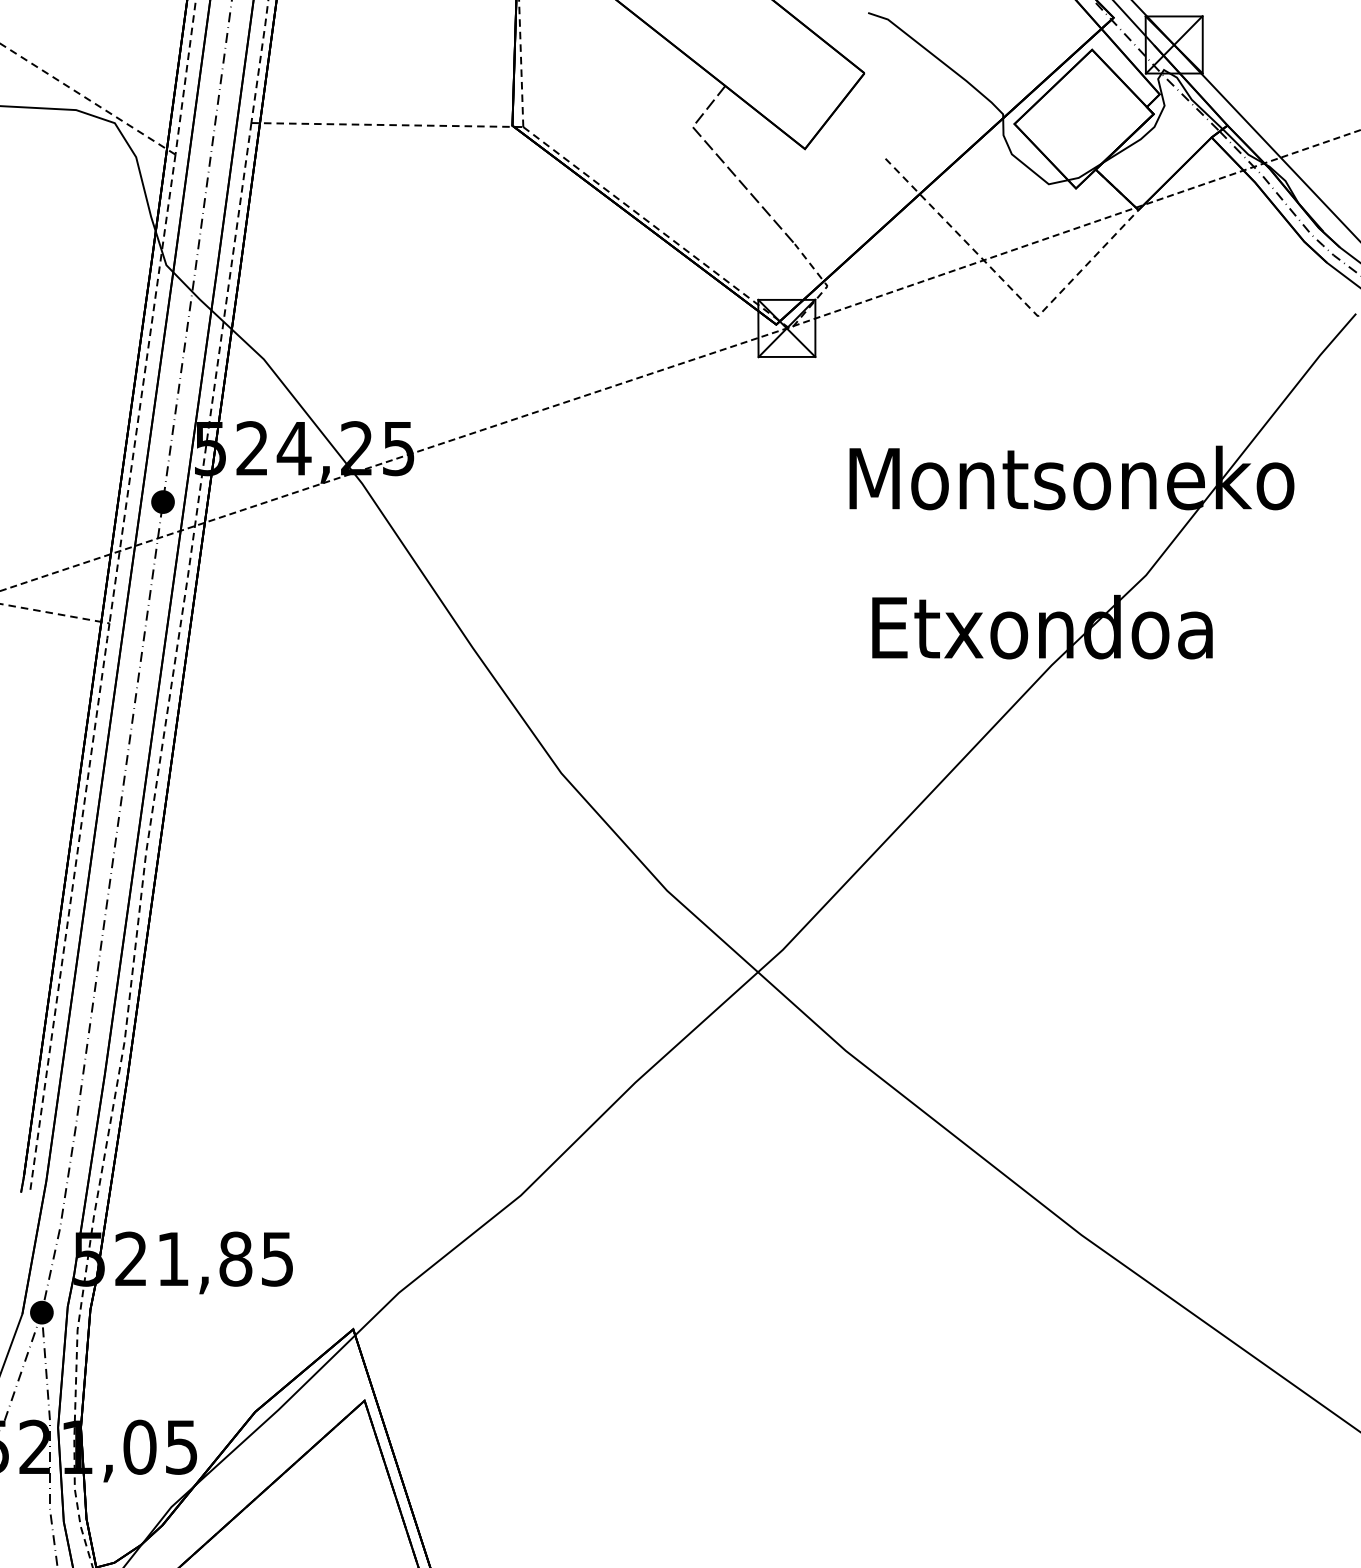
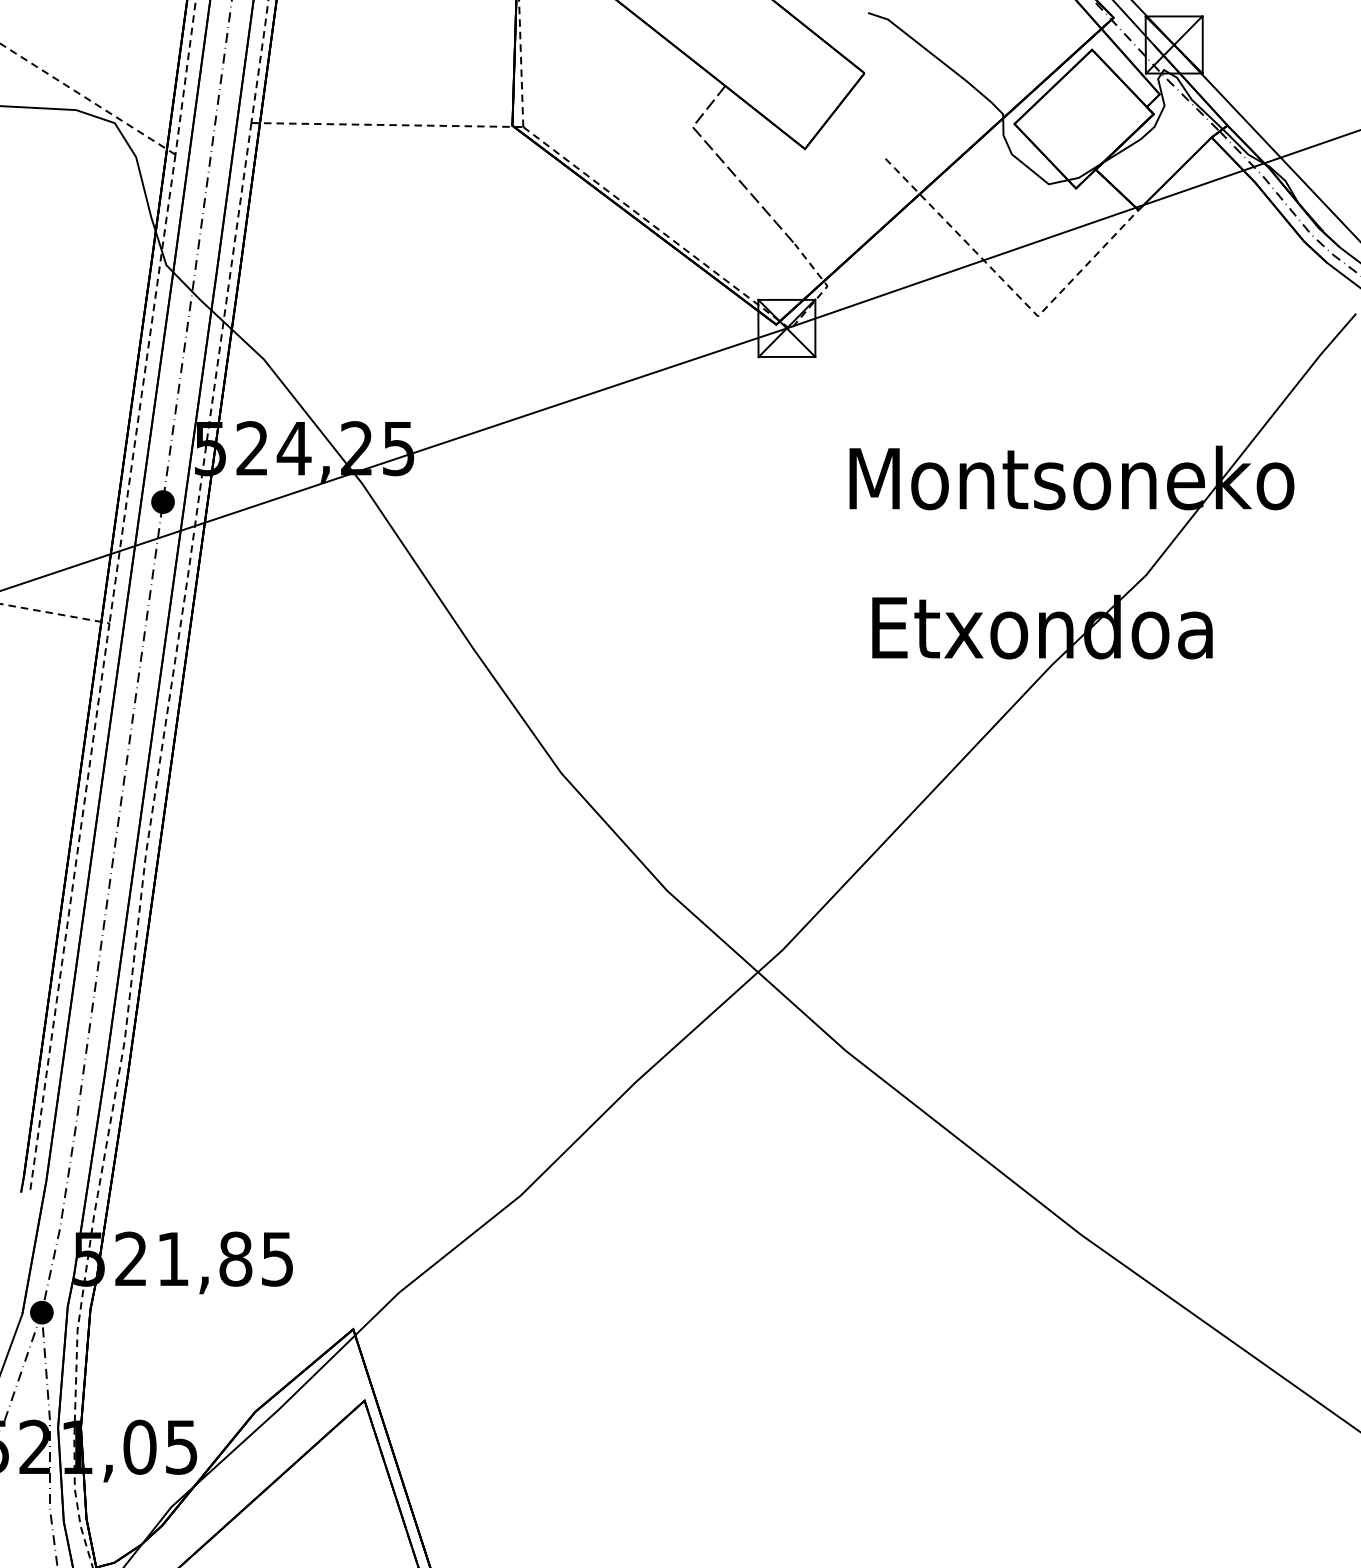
line at (682, 363): dashed -> solid
